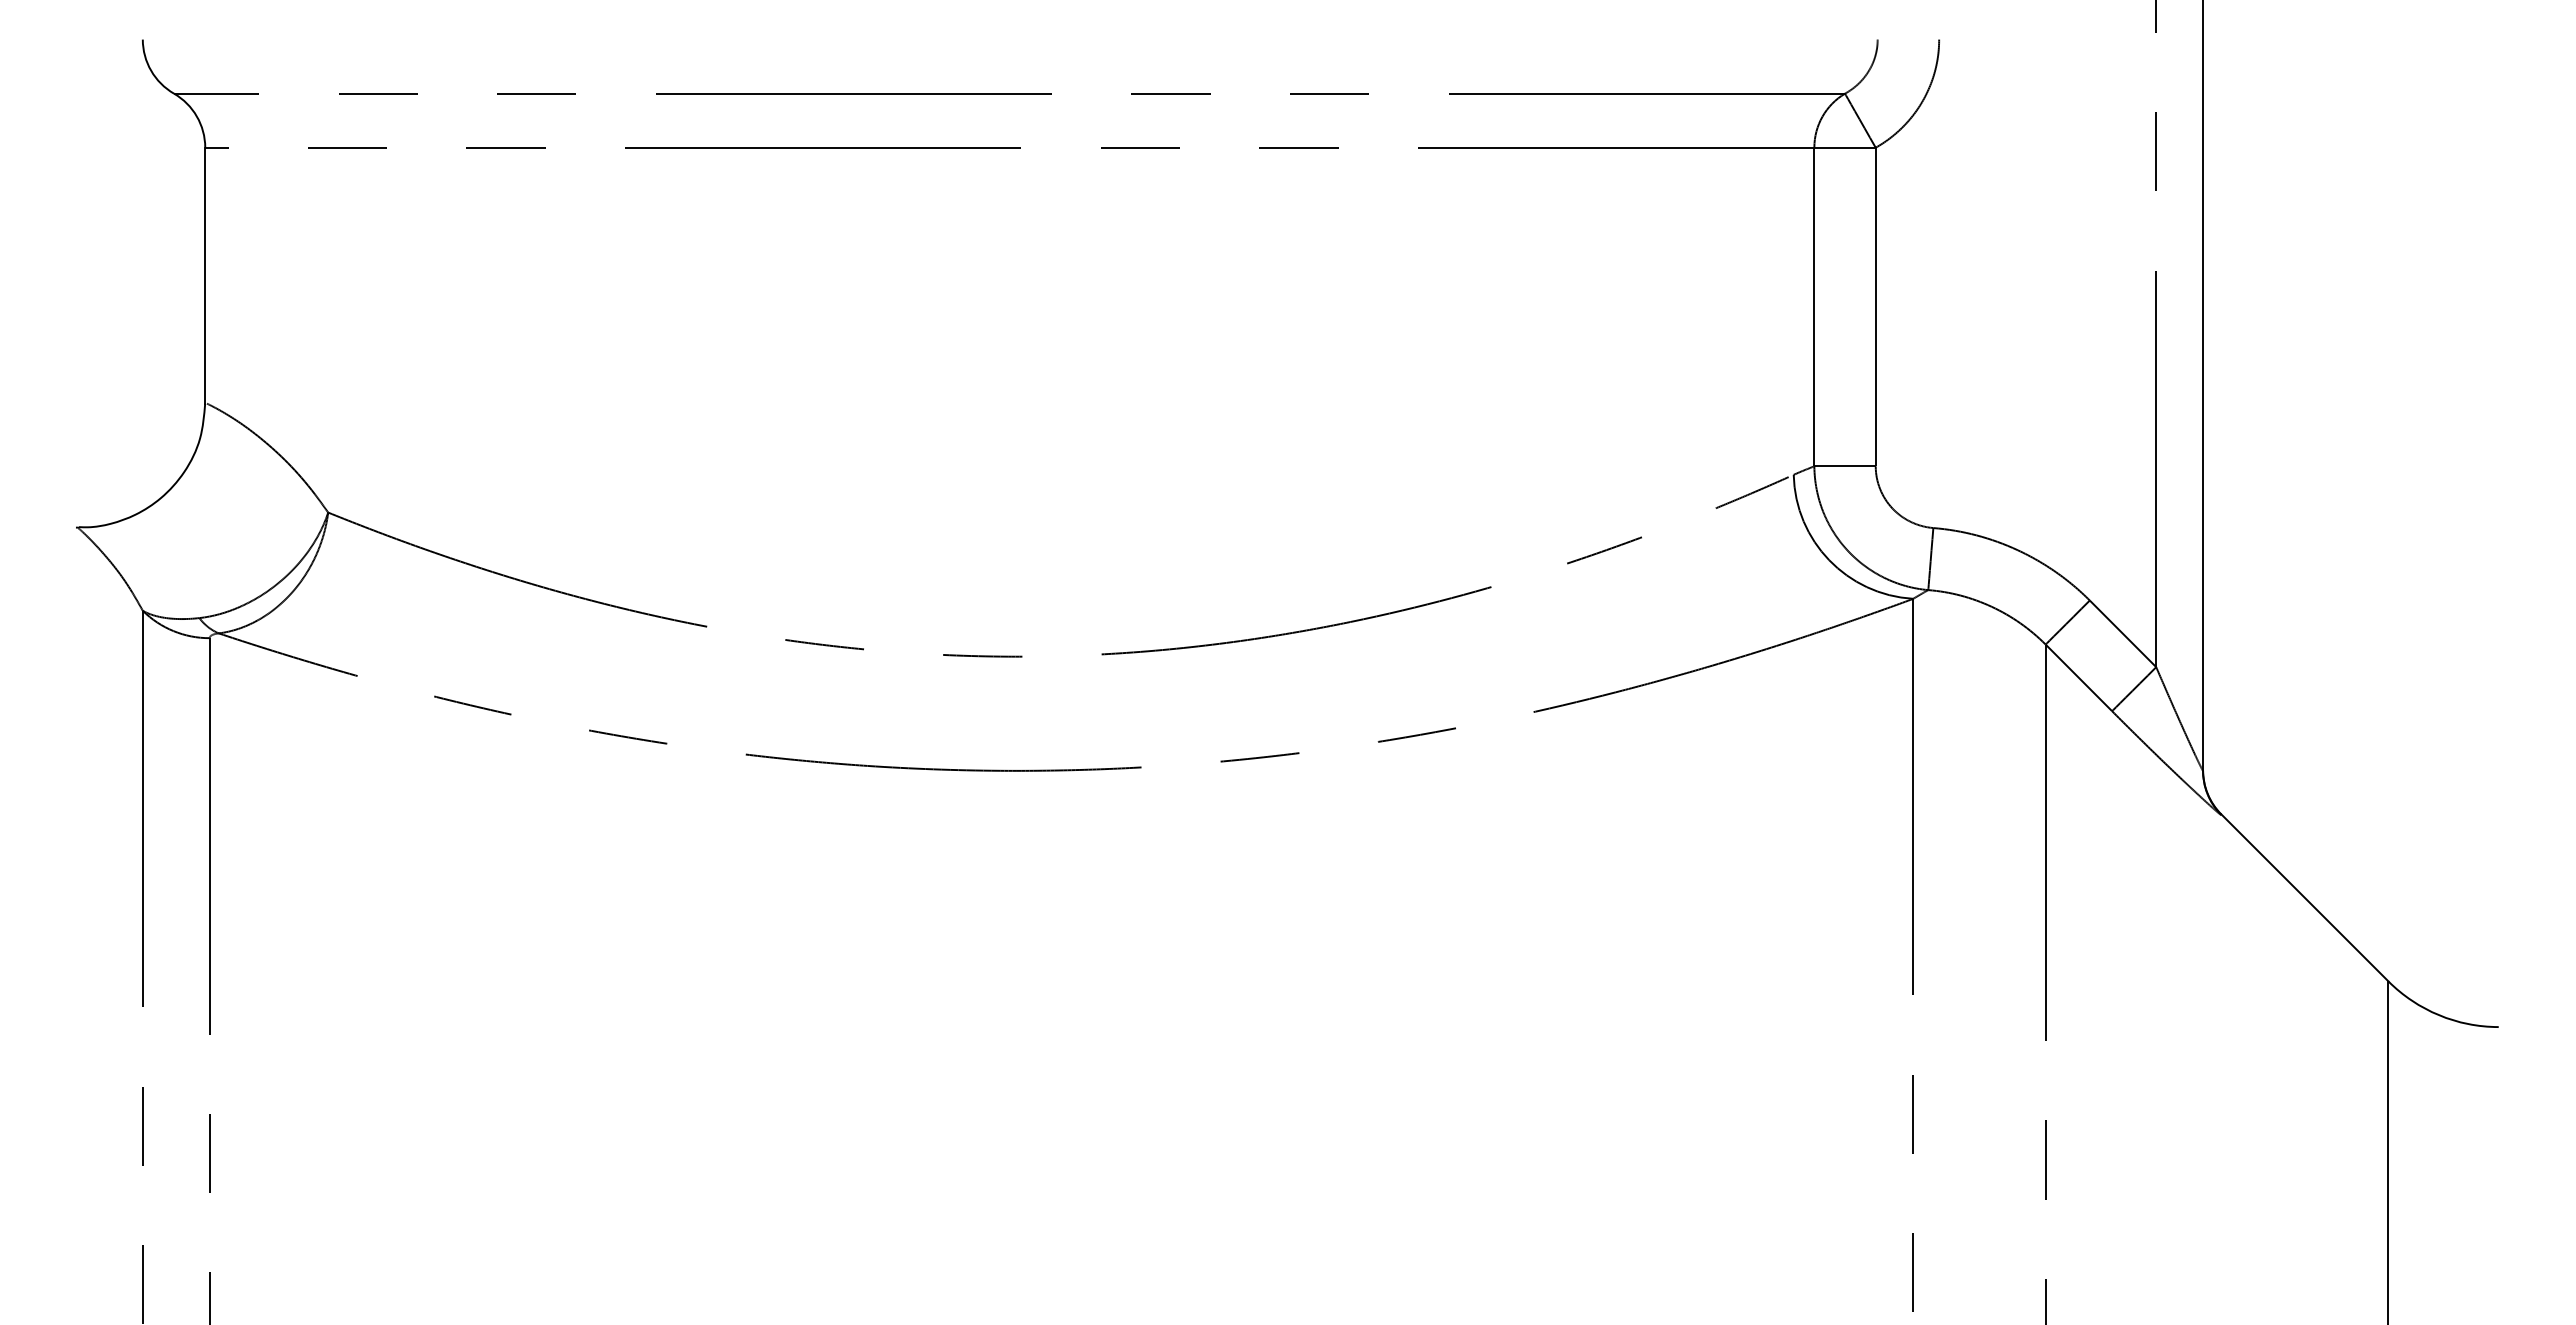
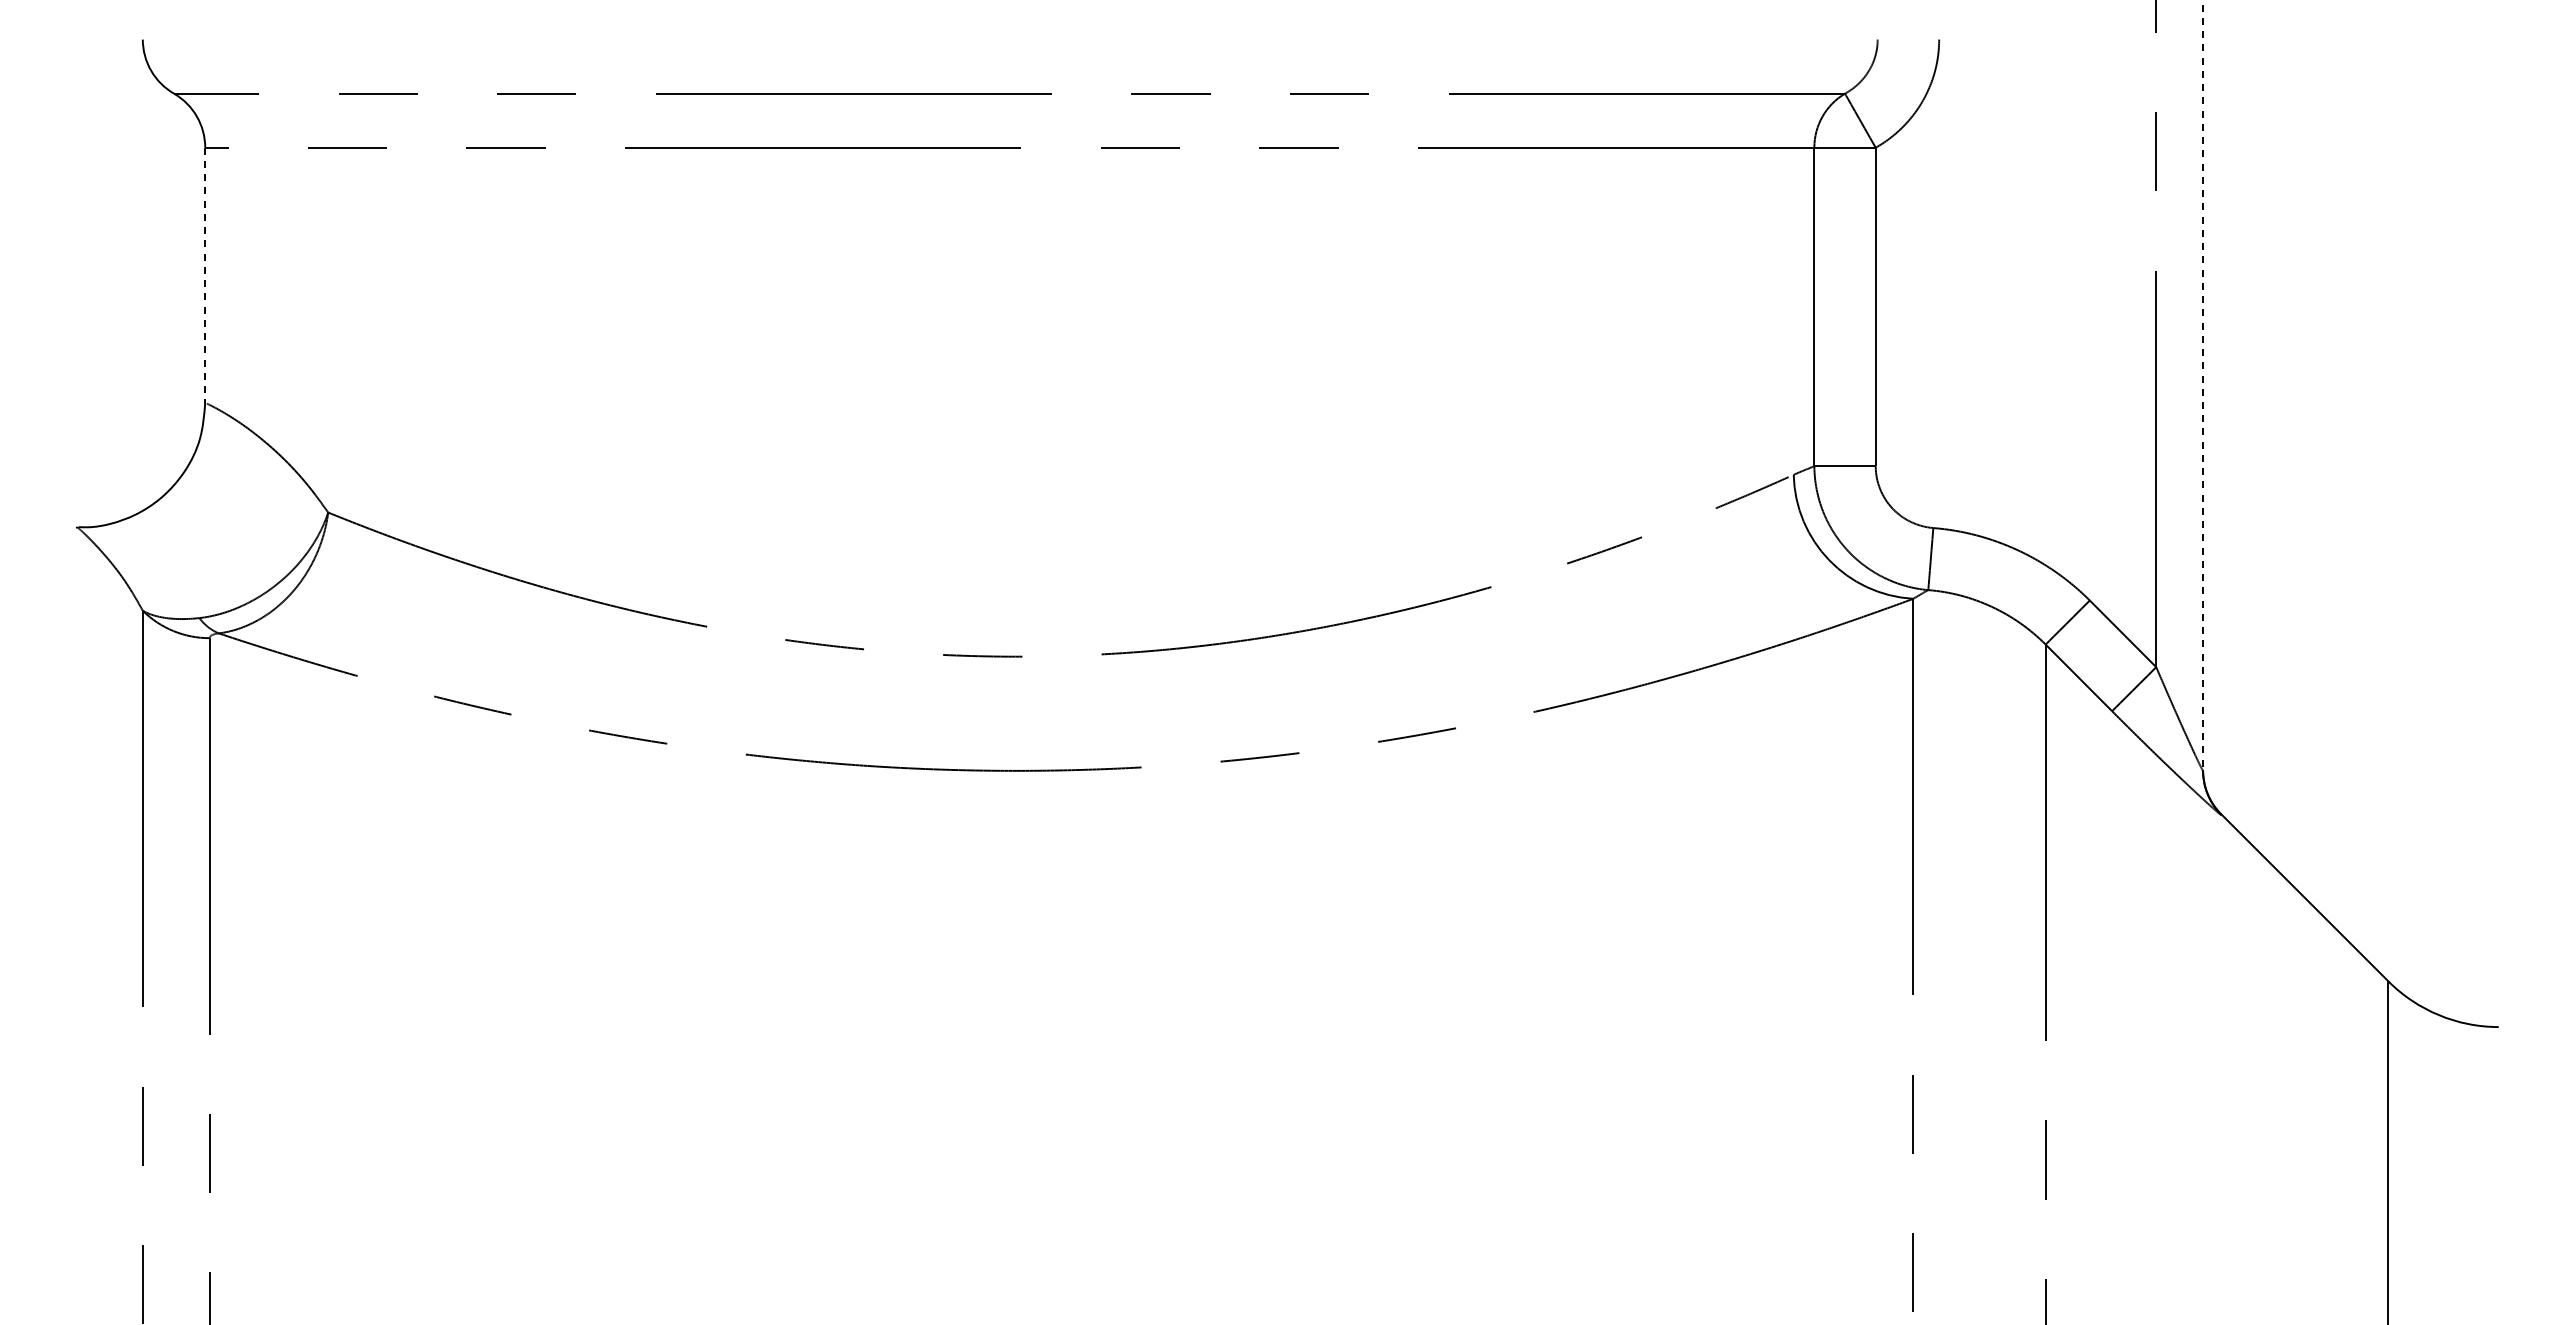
line at (205, 276): solid -> dashed
line at (2203, 386): solid -> dashed
